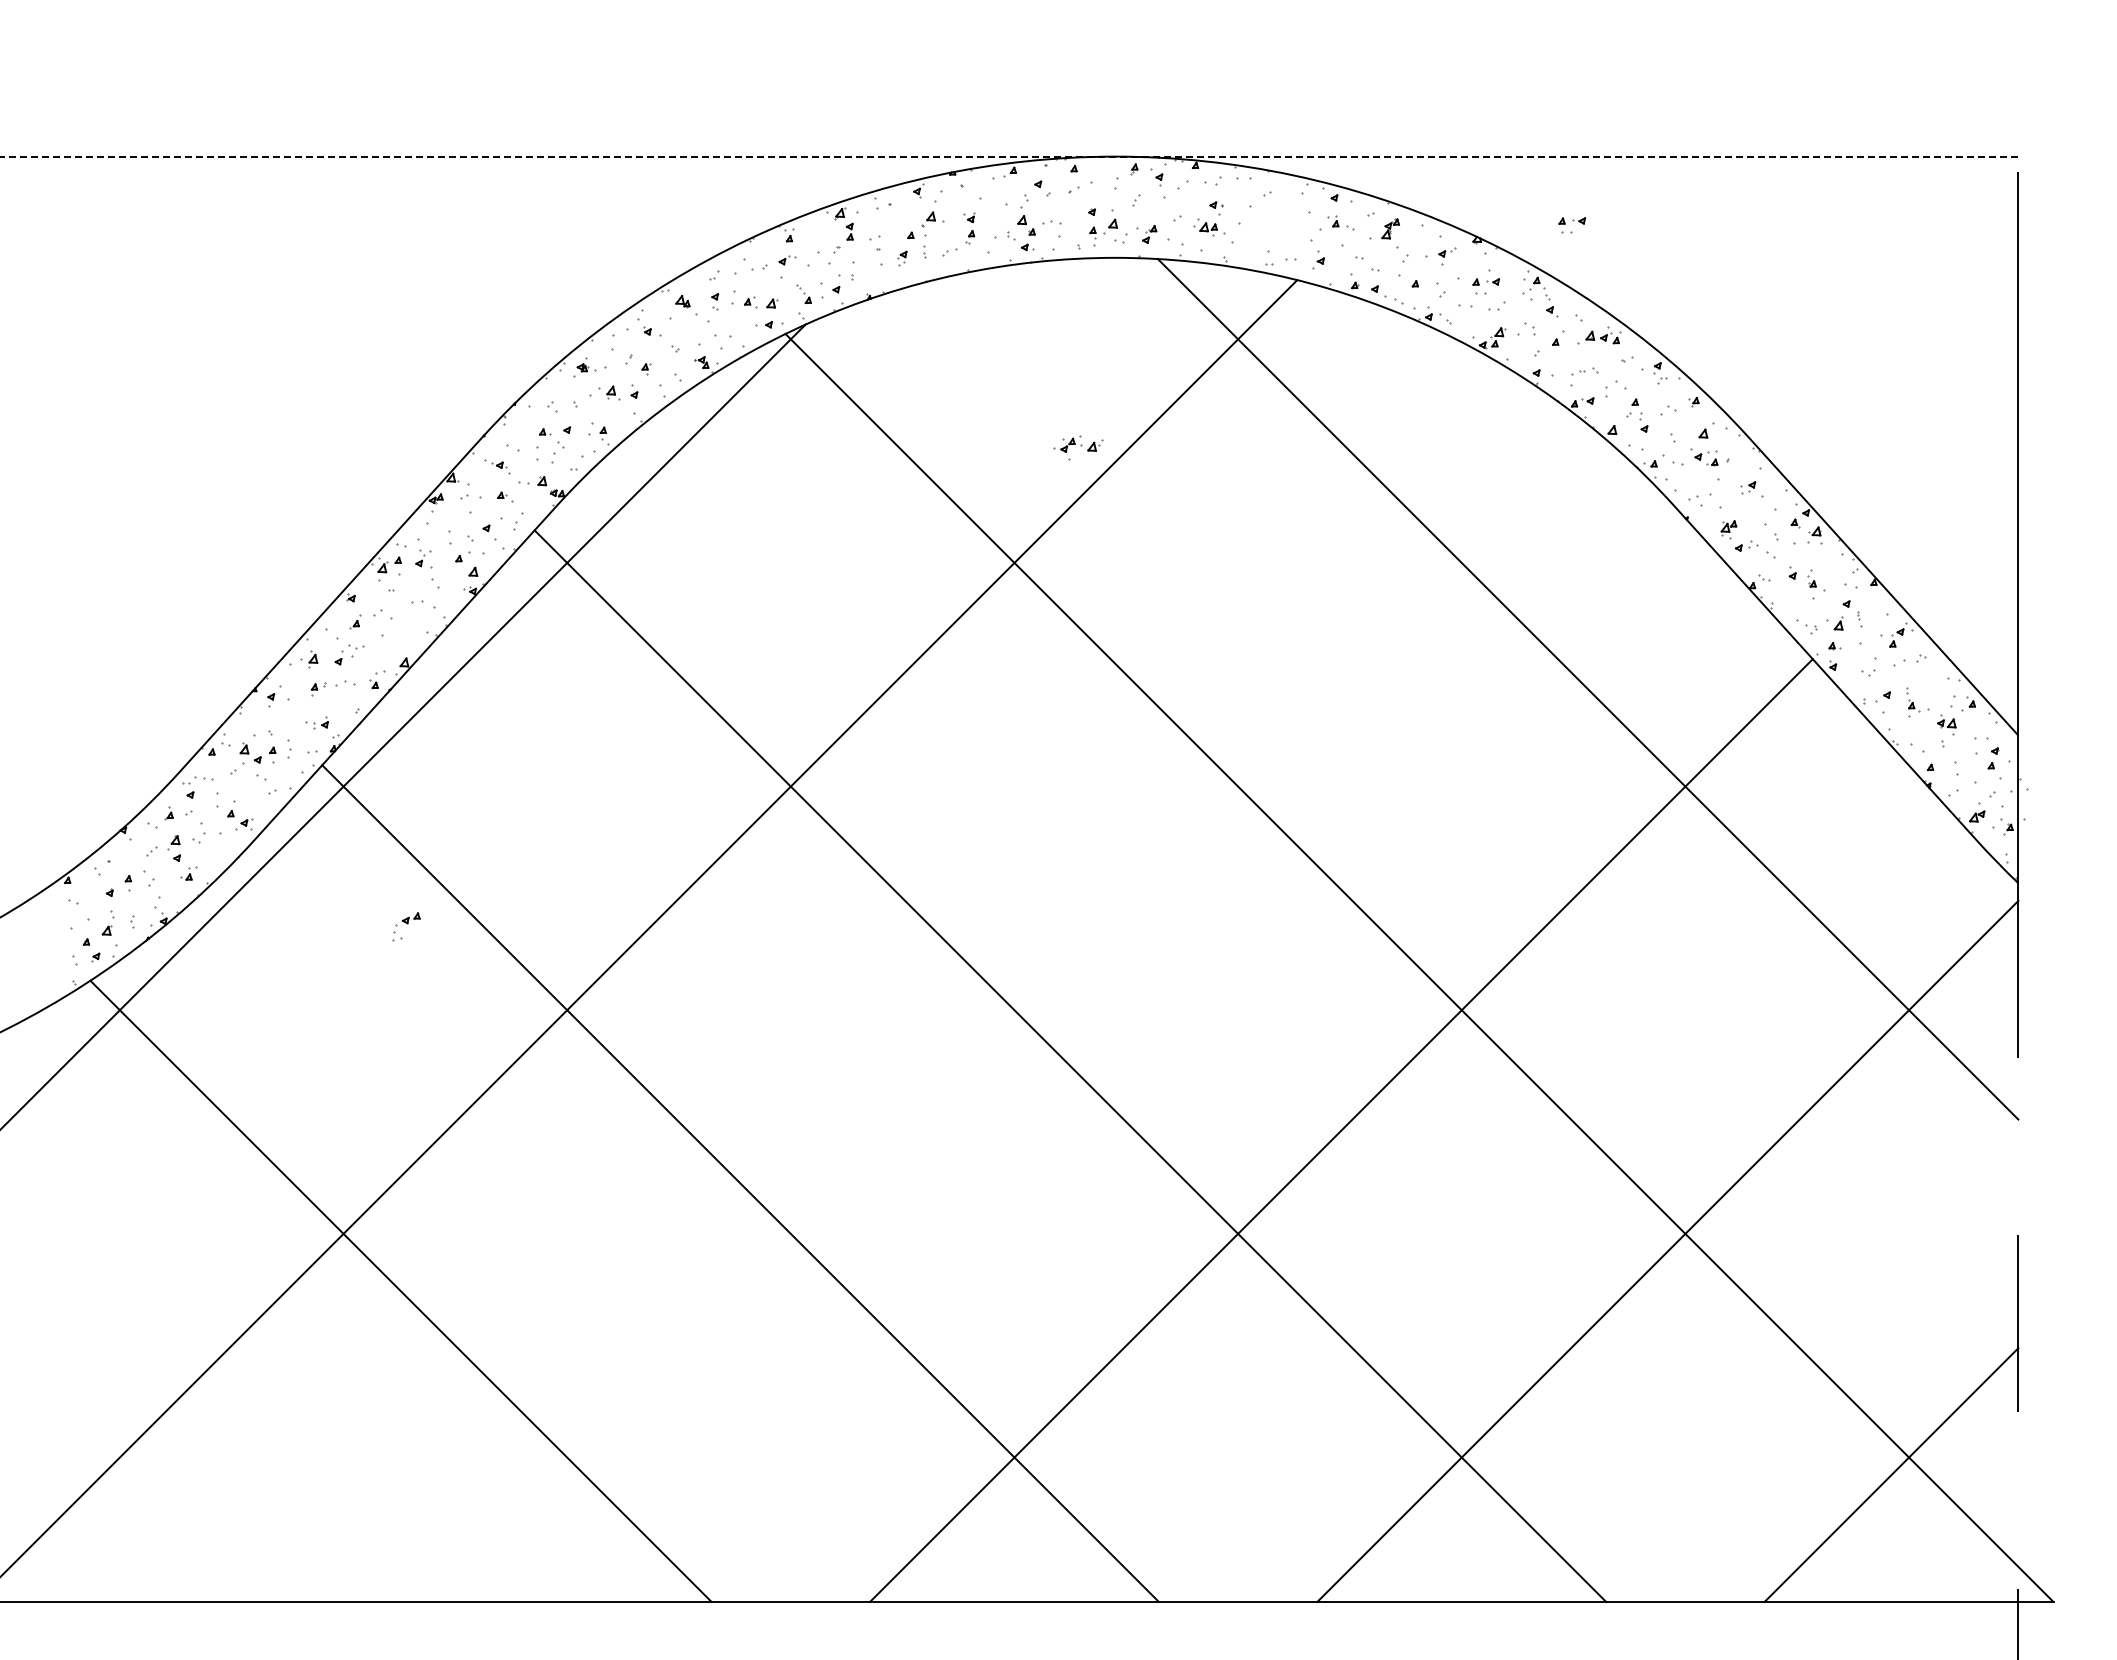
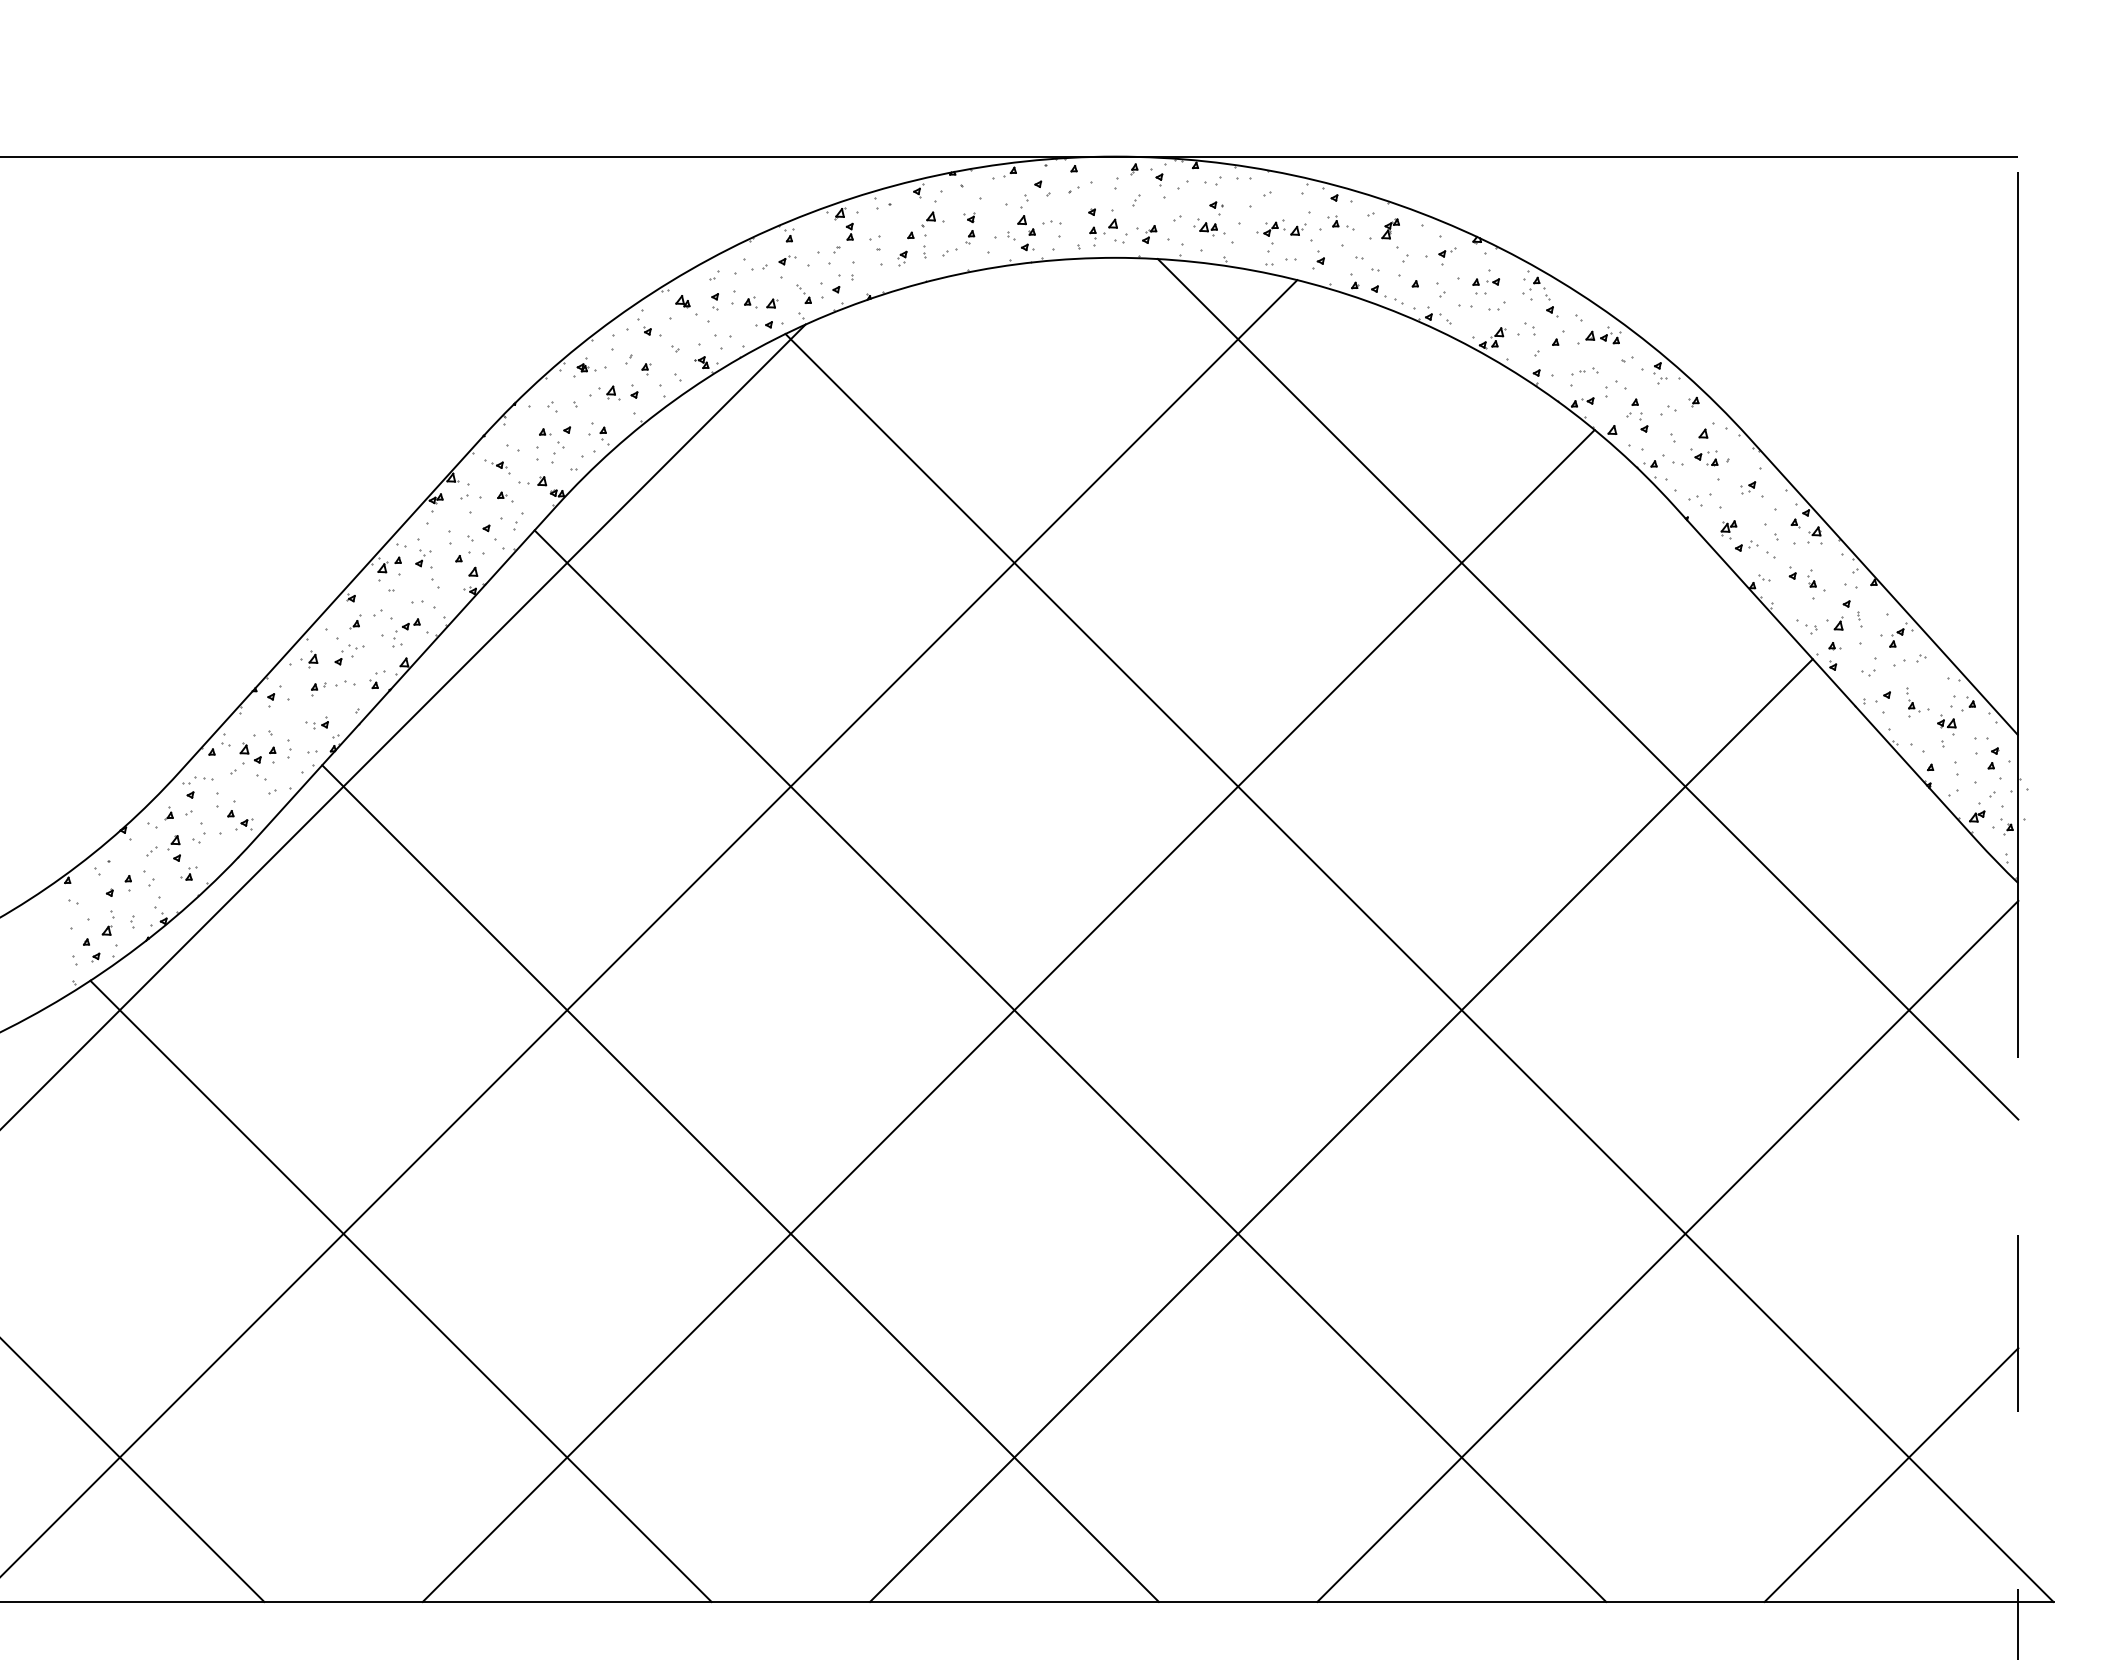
line at (1009, 156): dashed -> solid
part at (1572, 225): present -> none
part at (1078, 447) position: (1078, 447) -> (1281, 231)
part at (406, 926) position: (406, 926) -> (406, 632)
line at (1008, 1015): none -> present
line at (133, 1470): none -> present
